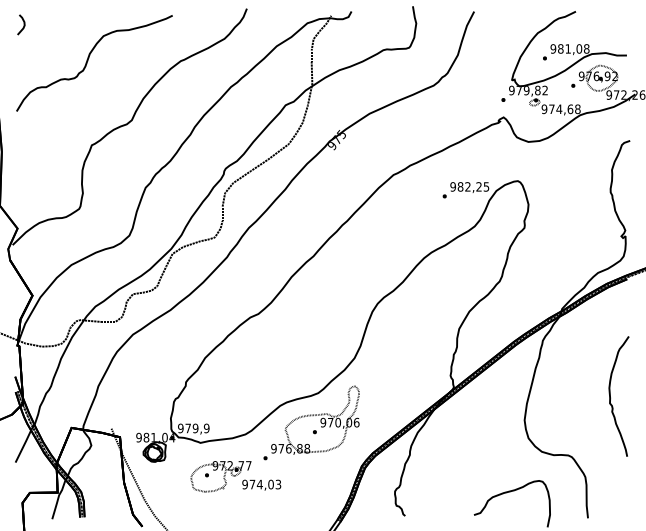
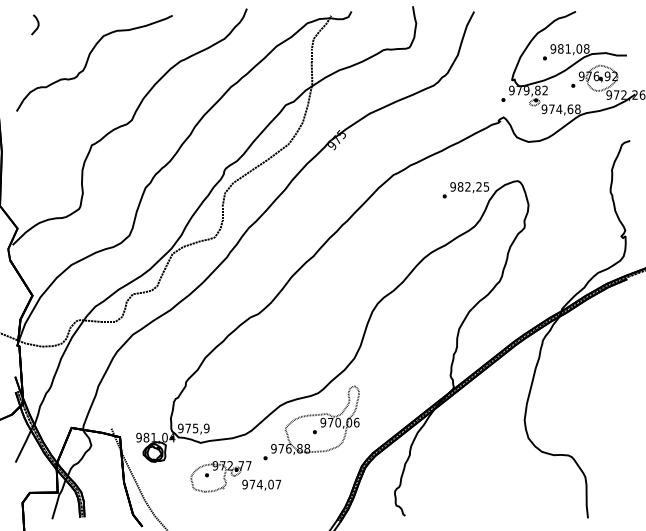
curve at (23, 24) position: (23, 24) -> (37, 24)
curve at (610, 396): present -> none
text at (195, 427): 979,9 -> 975,9
text at (278, 484): 974,03 -> 974,07
curve at (510, 492): present -> none
